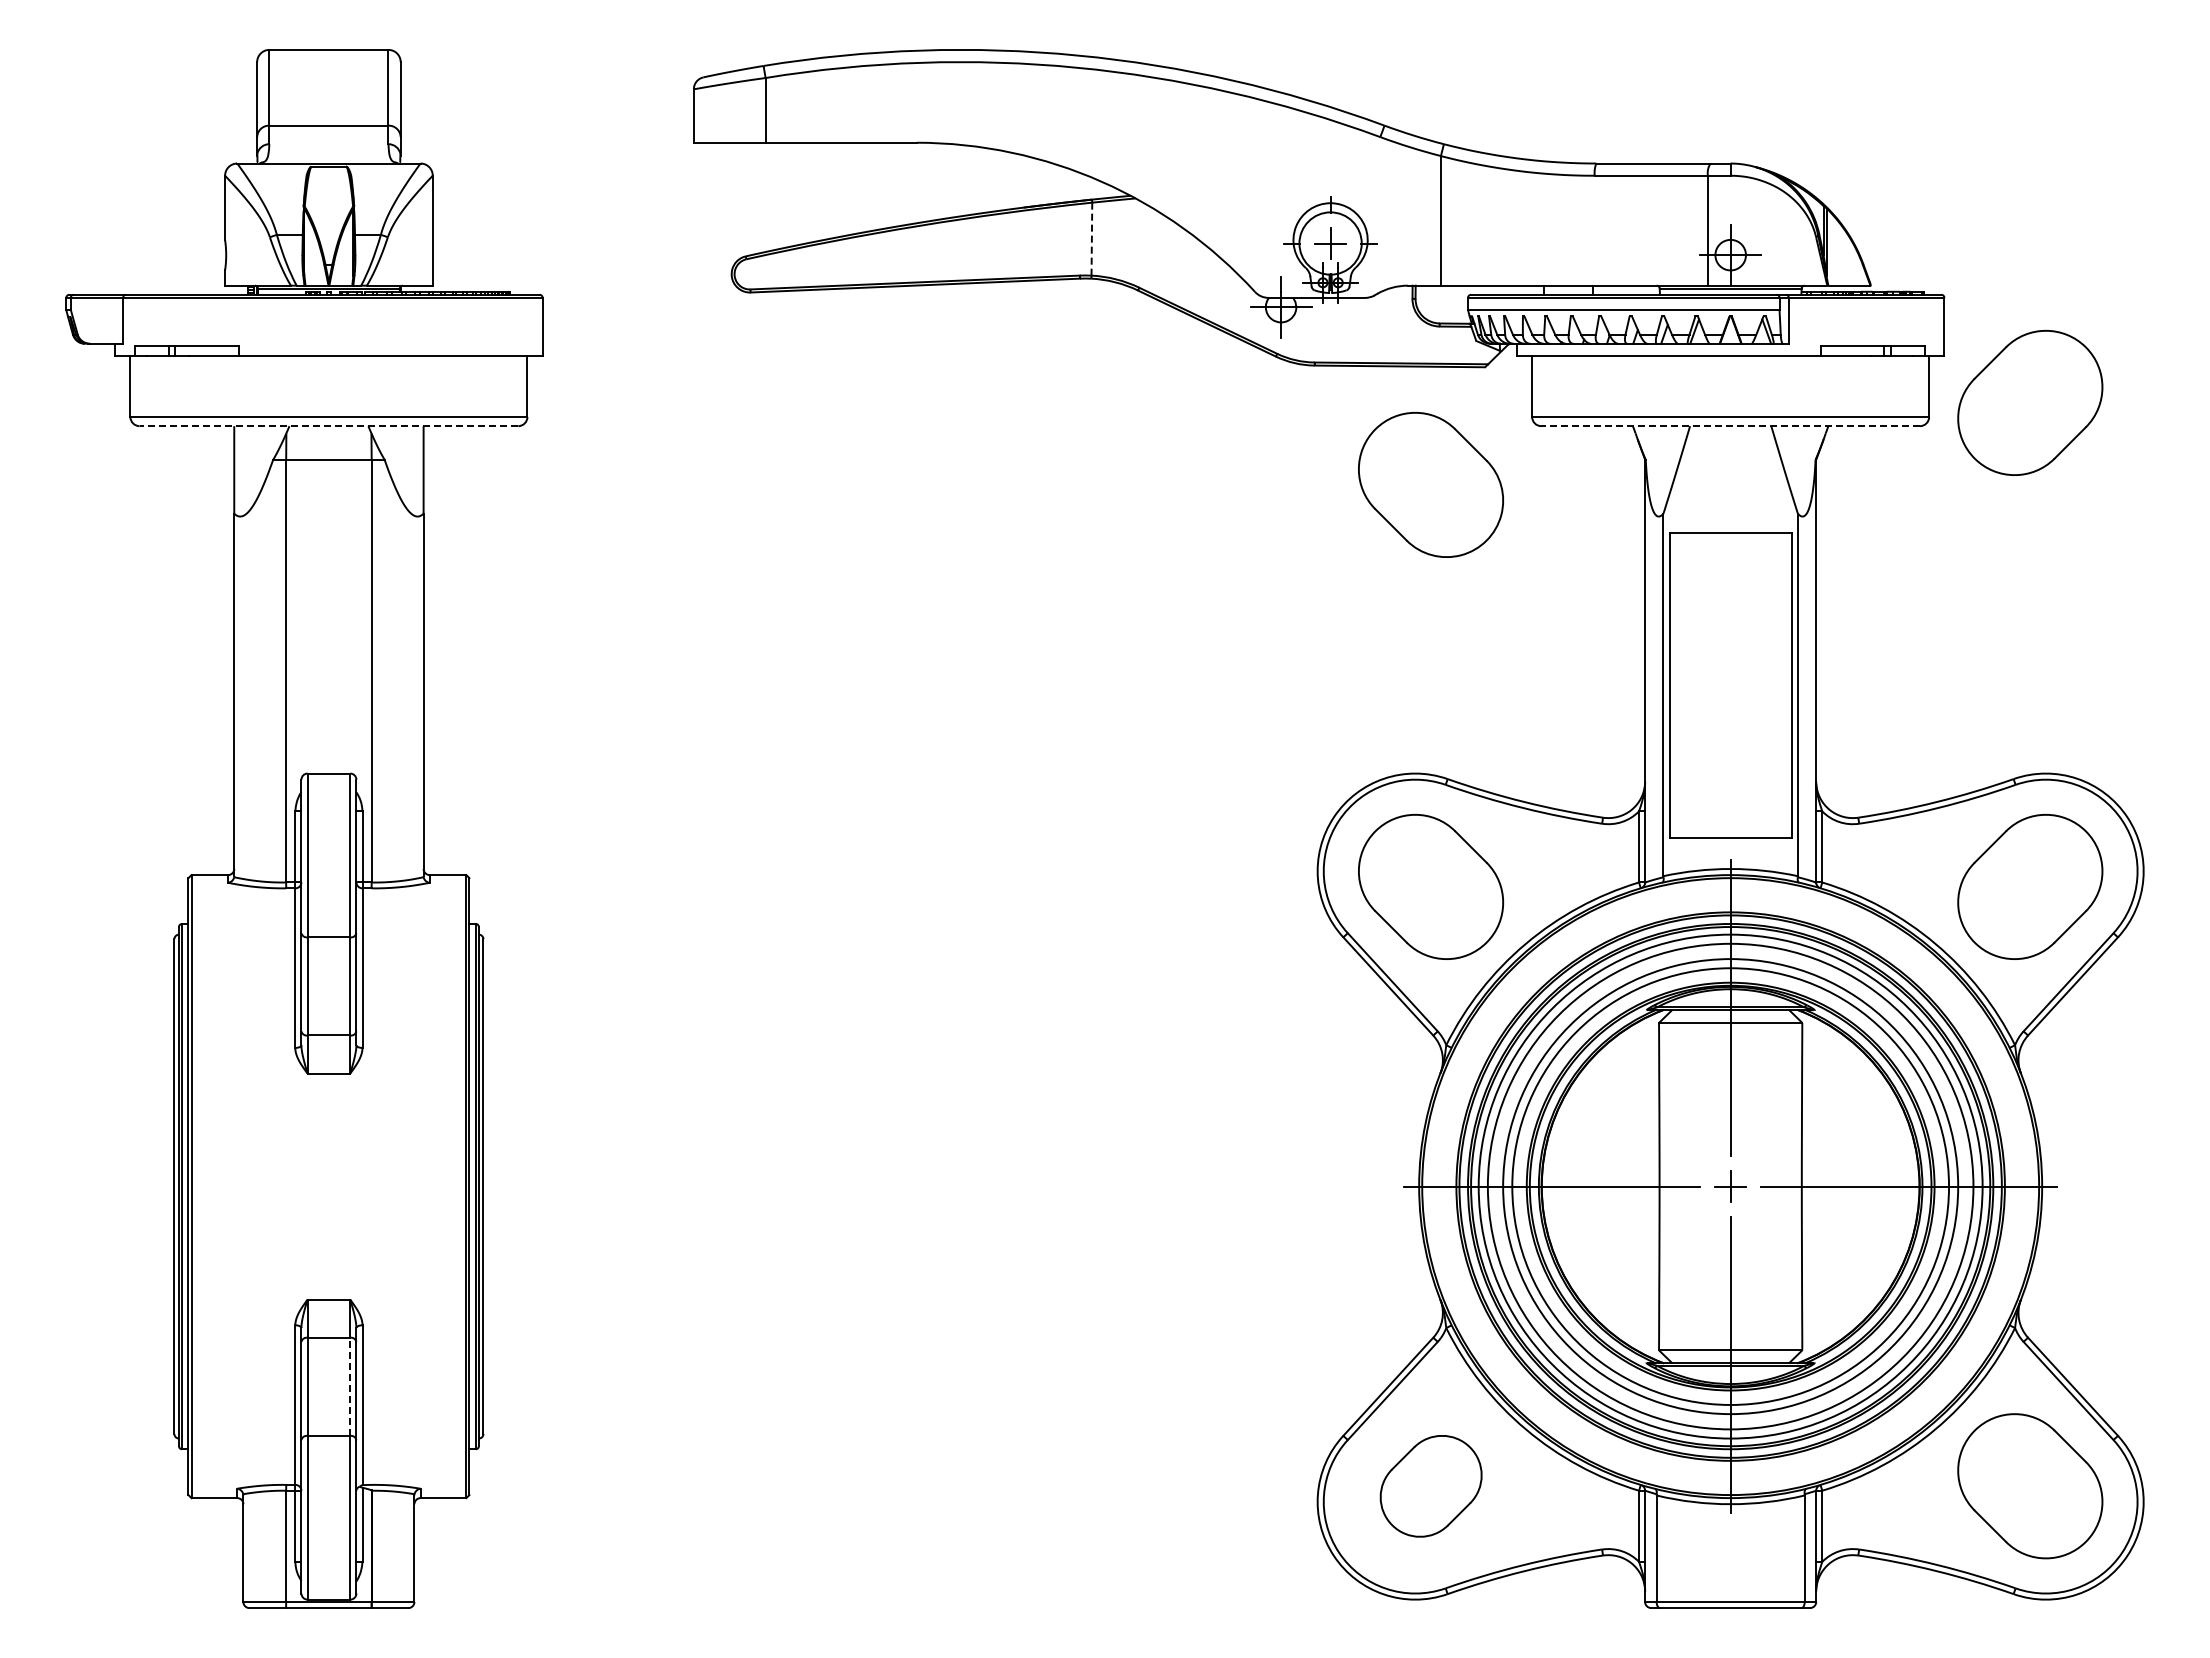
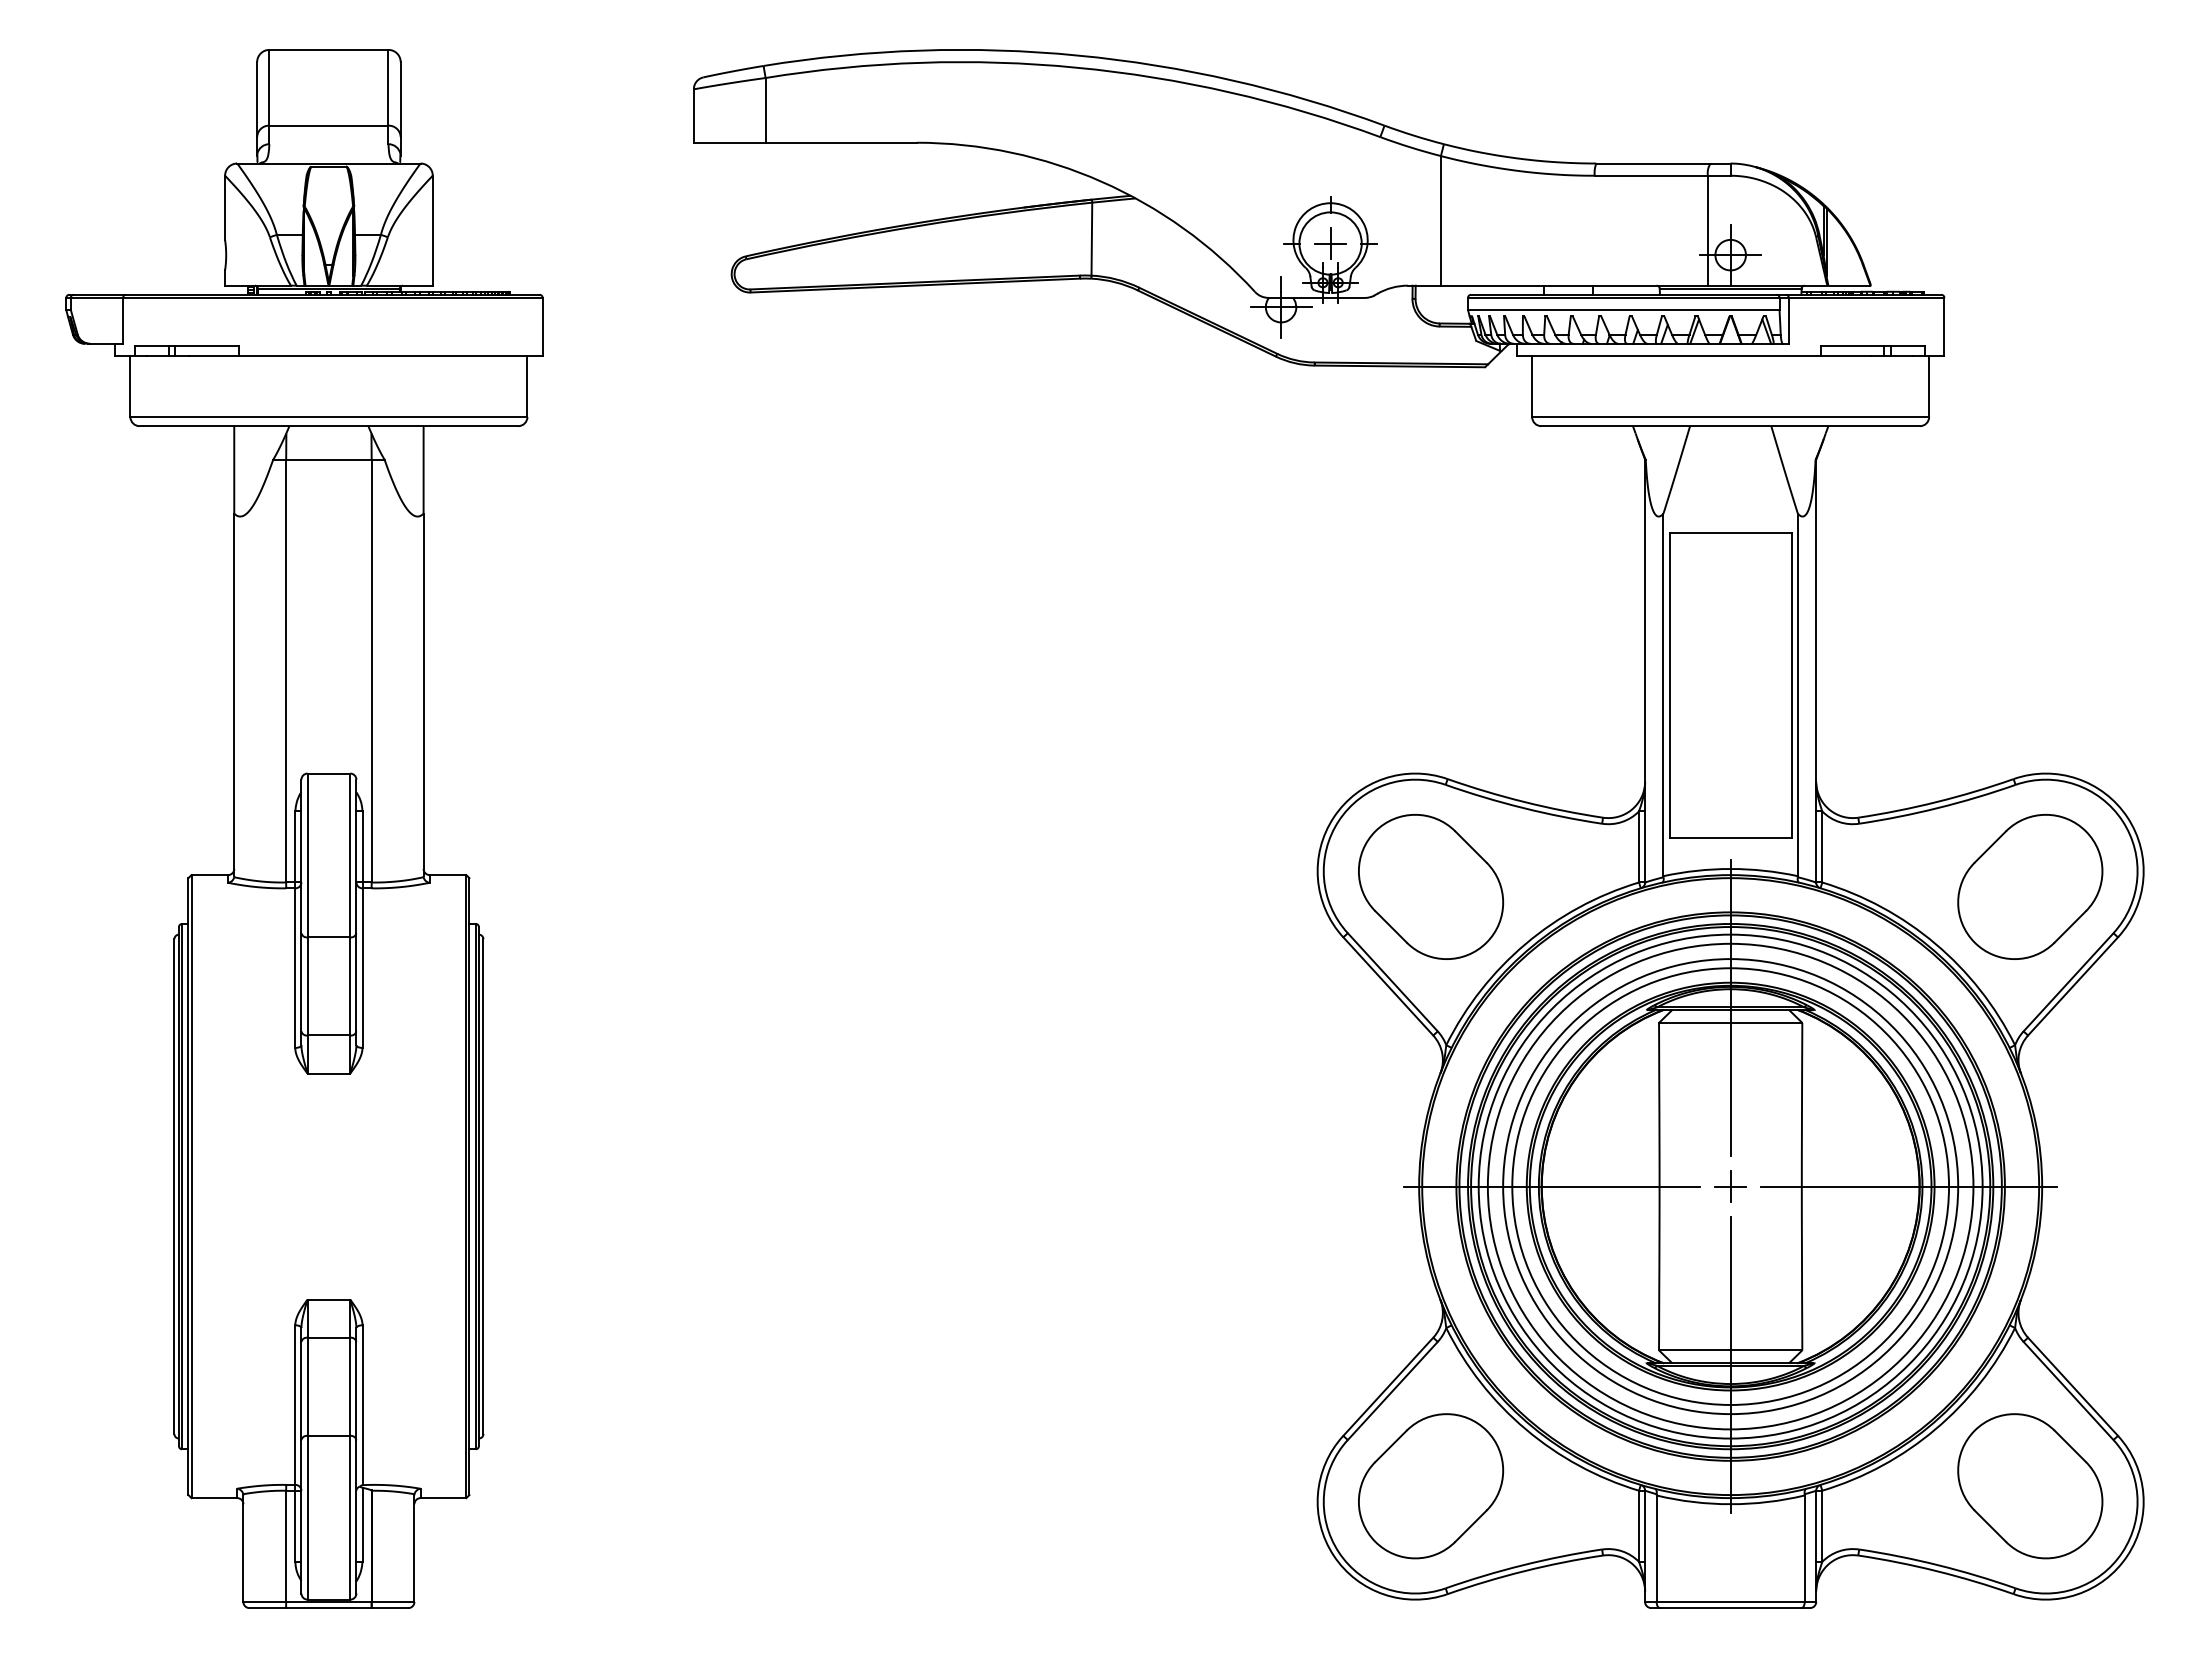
line at (1091, 239): dashed -> solid
part at (2030, 402): present -> none
line at (328, 426): dashed -> solid
line at (1730, 426): dashed -> solid
part at (1431, 484): present -> none
line at (350, 1386): dashed -> solid
part at (1430, 1486) size: 104x103 px -> 147x147 px
